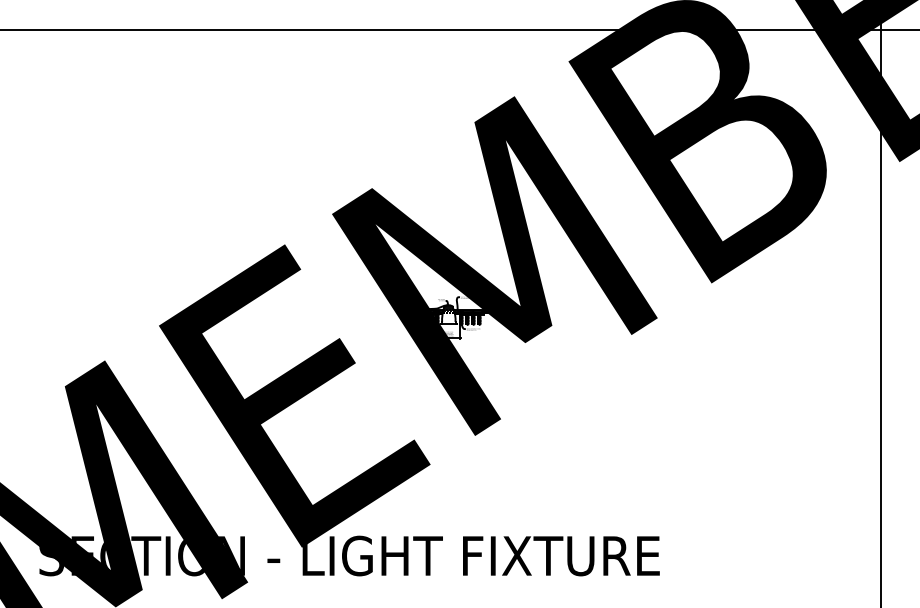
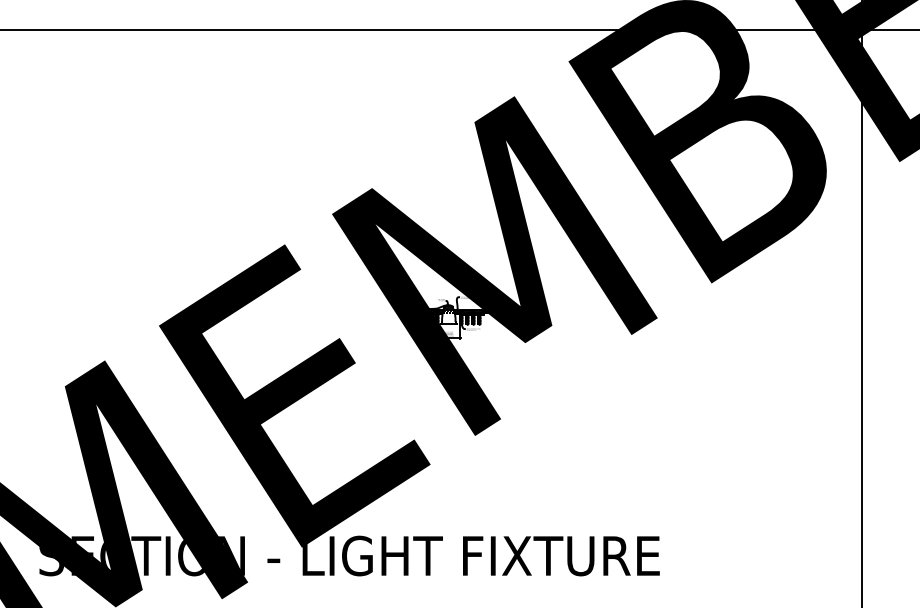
line at (881, 303) position: (881, 303) -> (862, 303)
